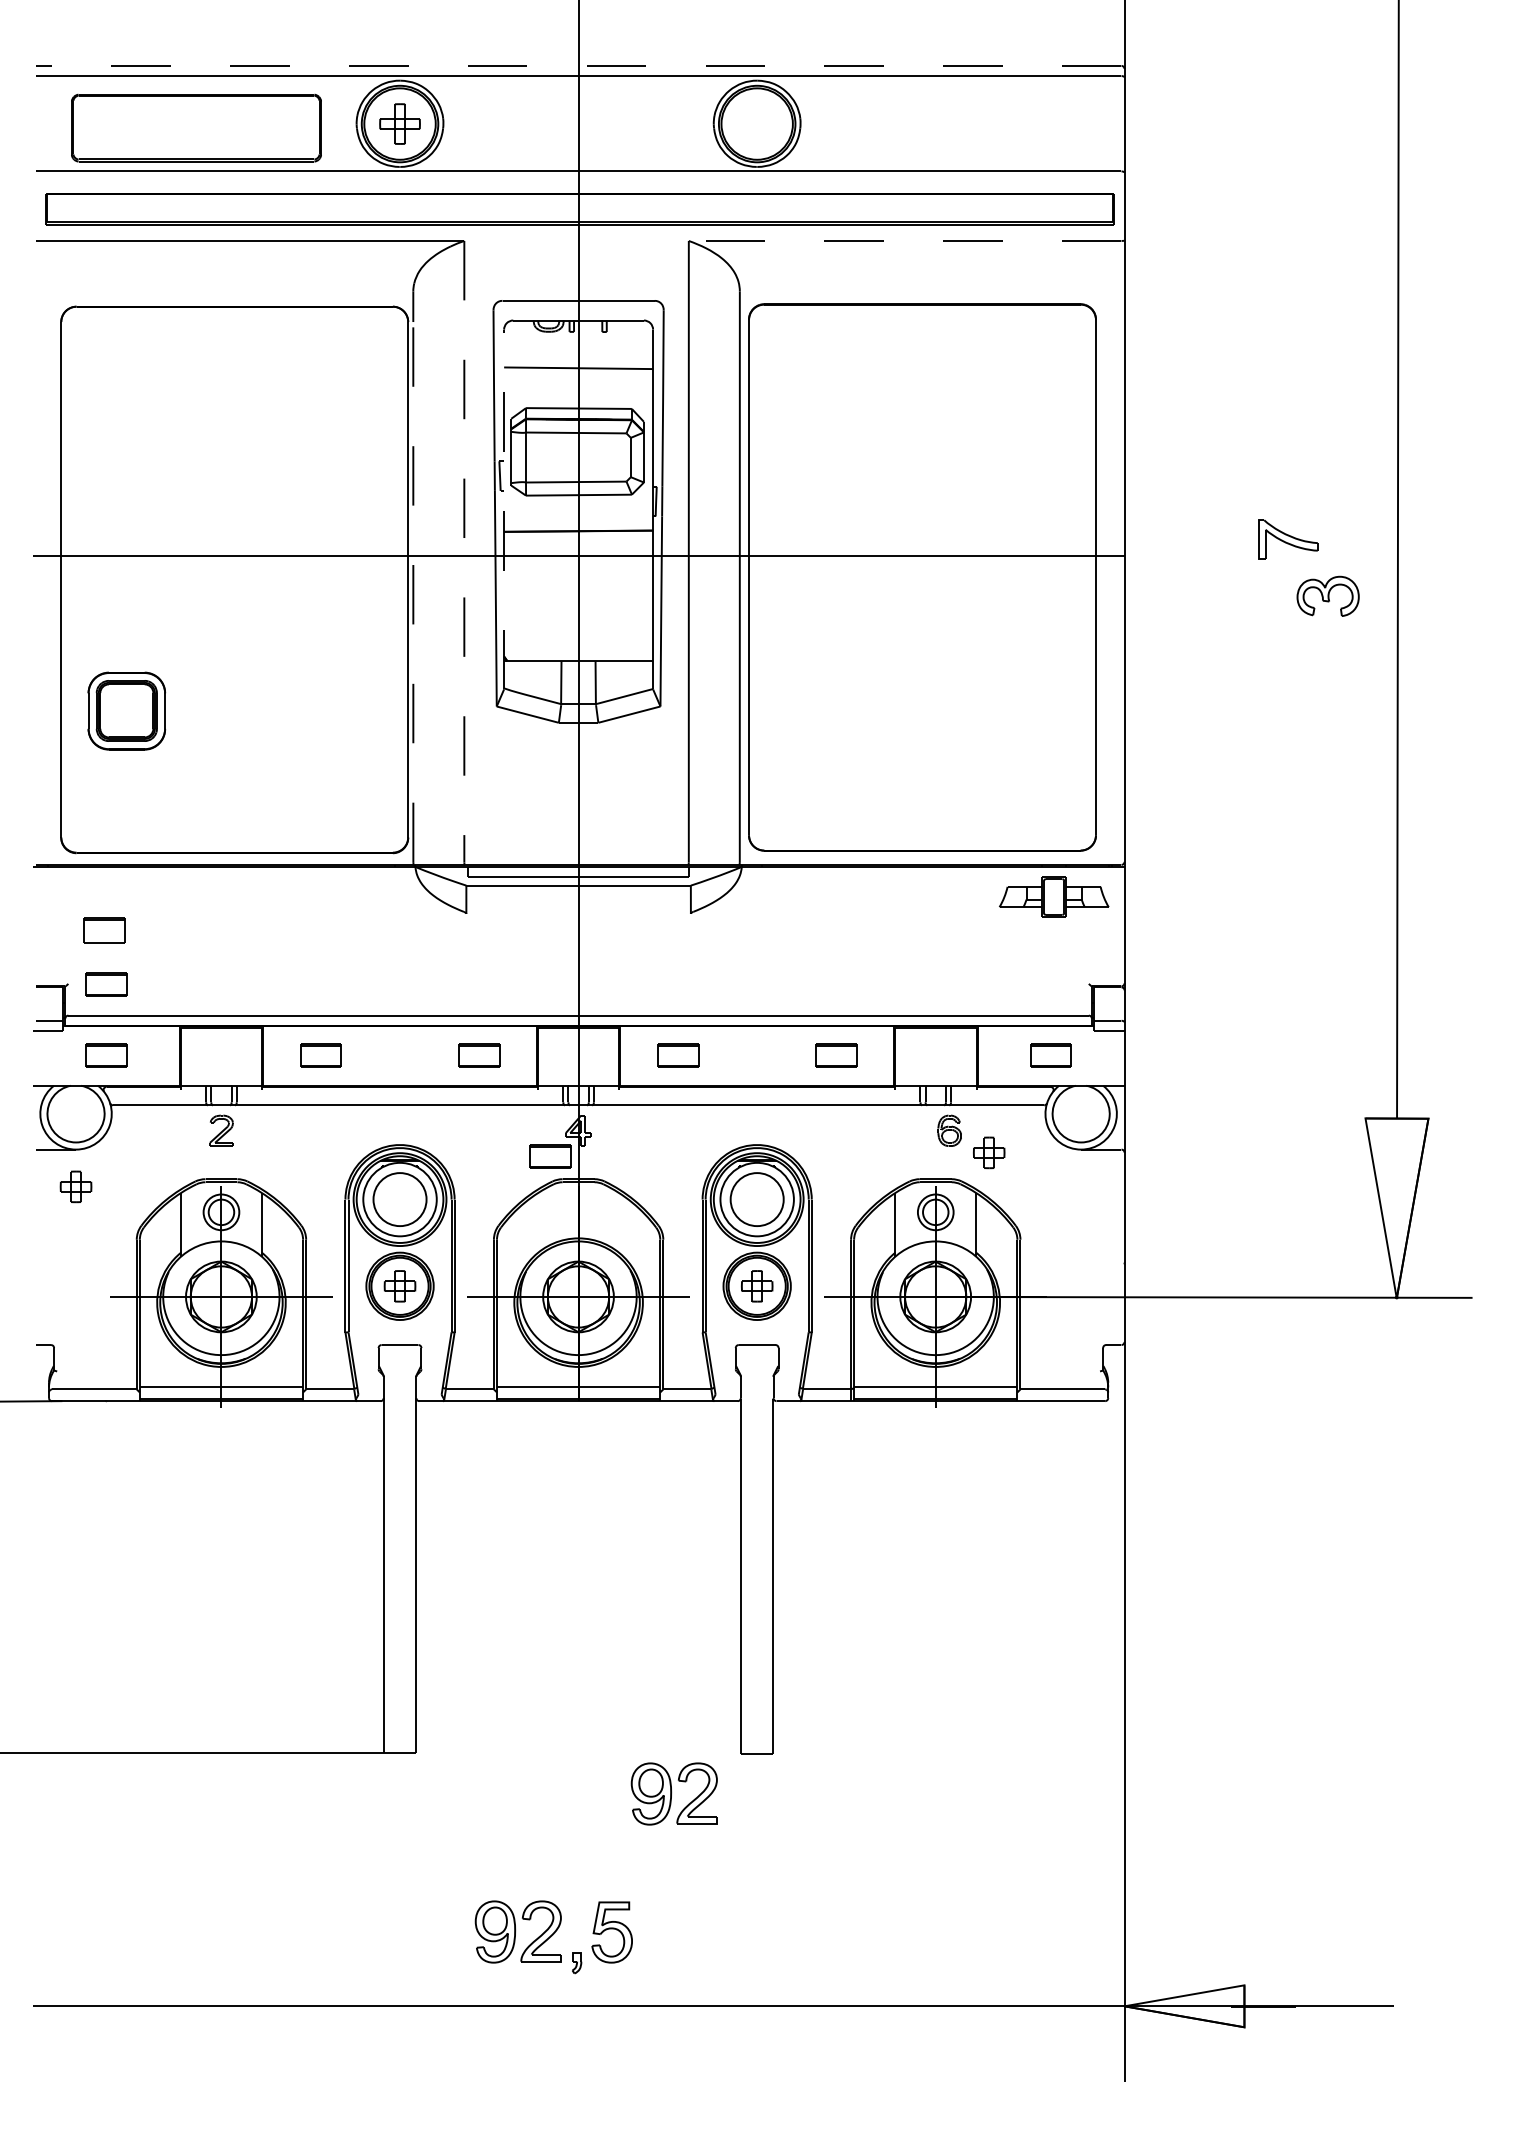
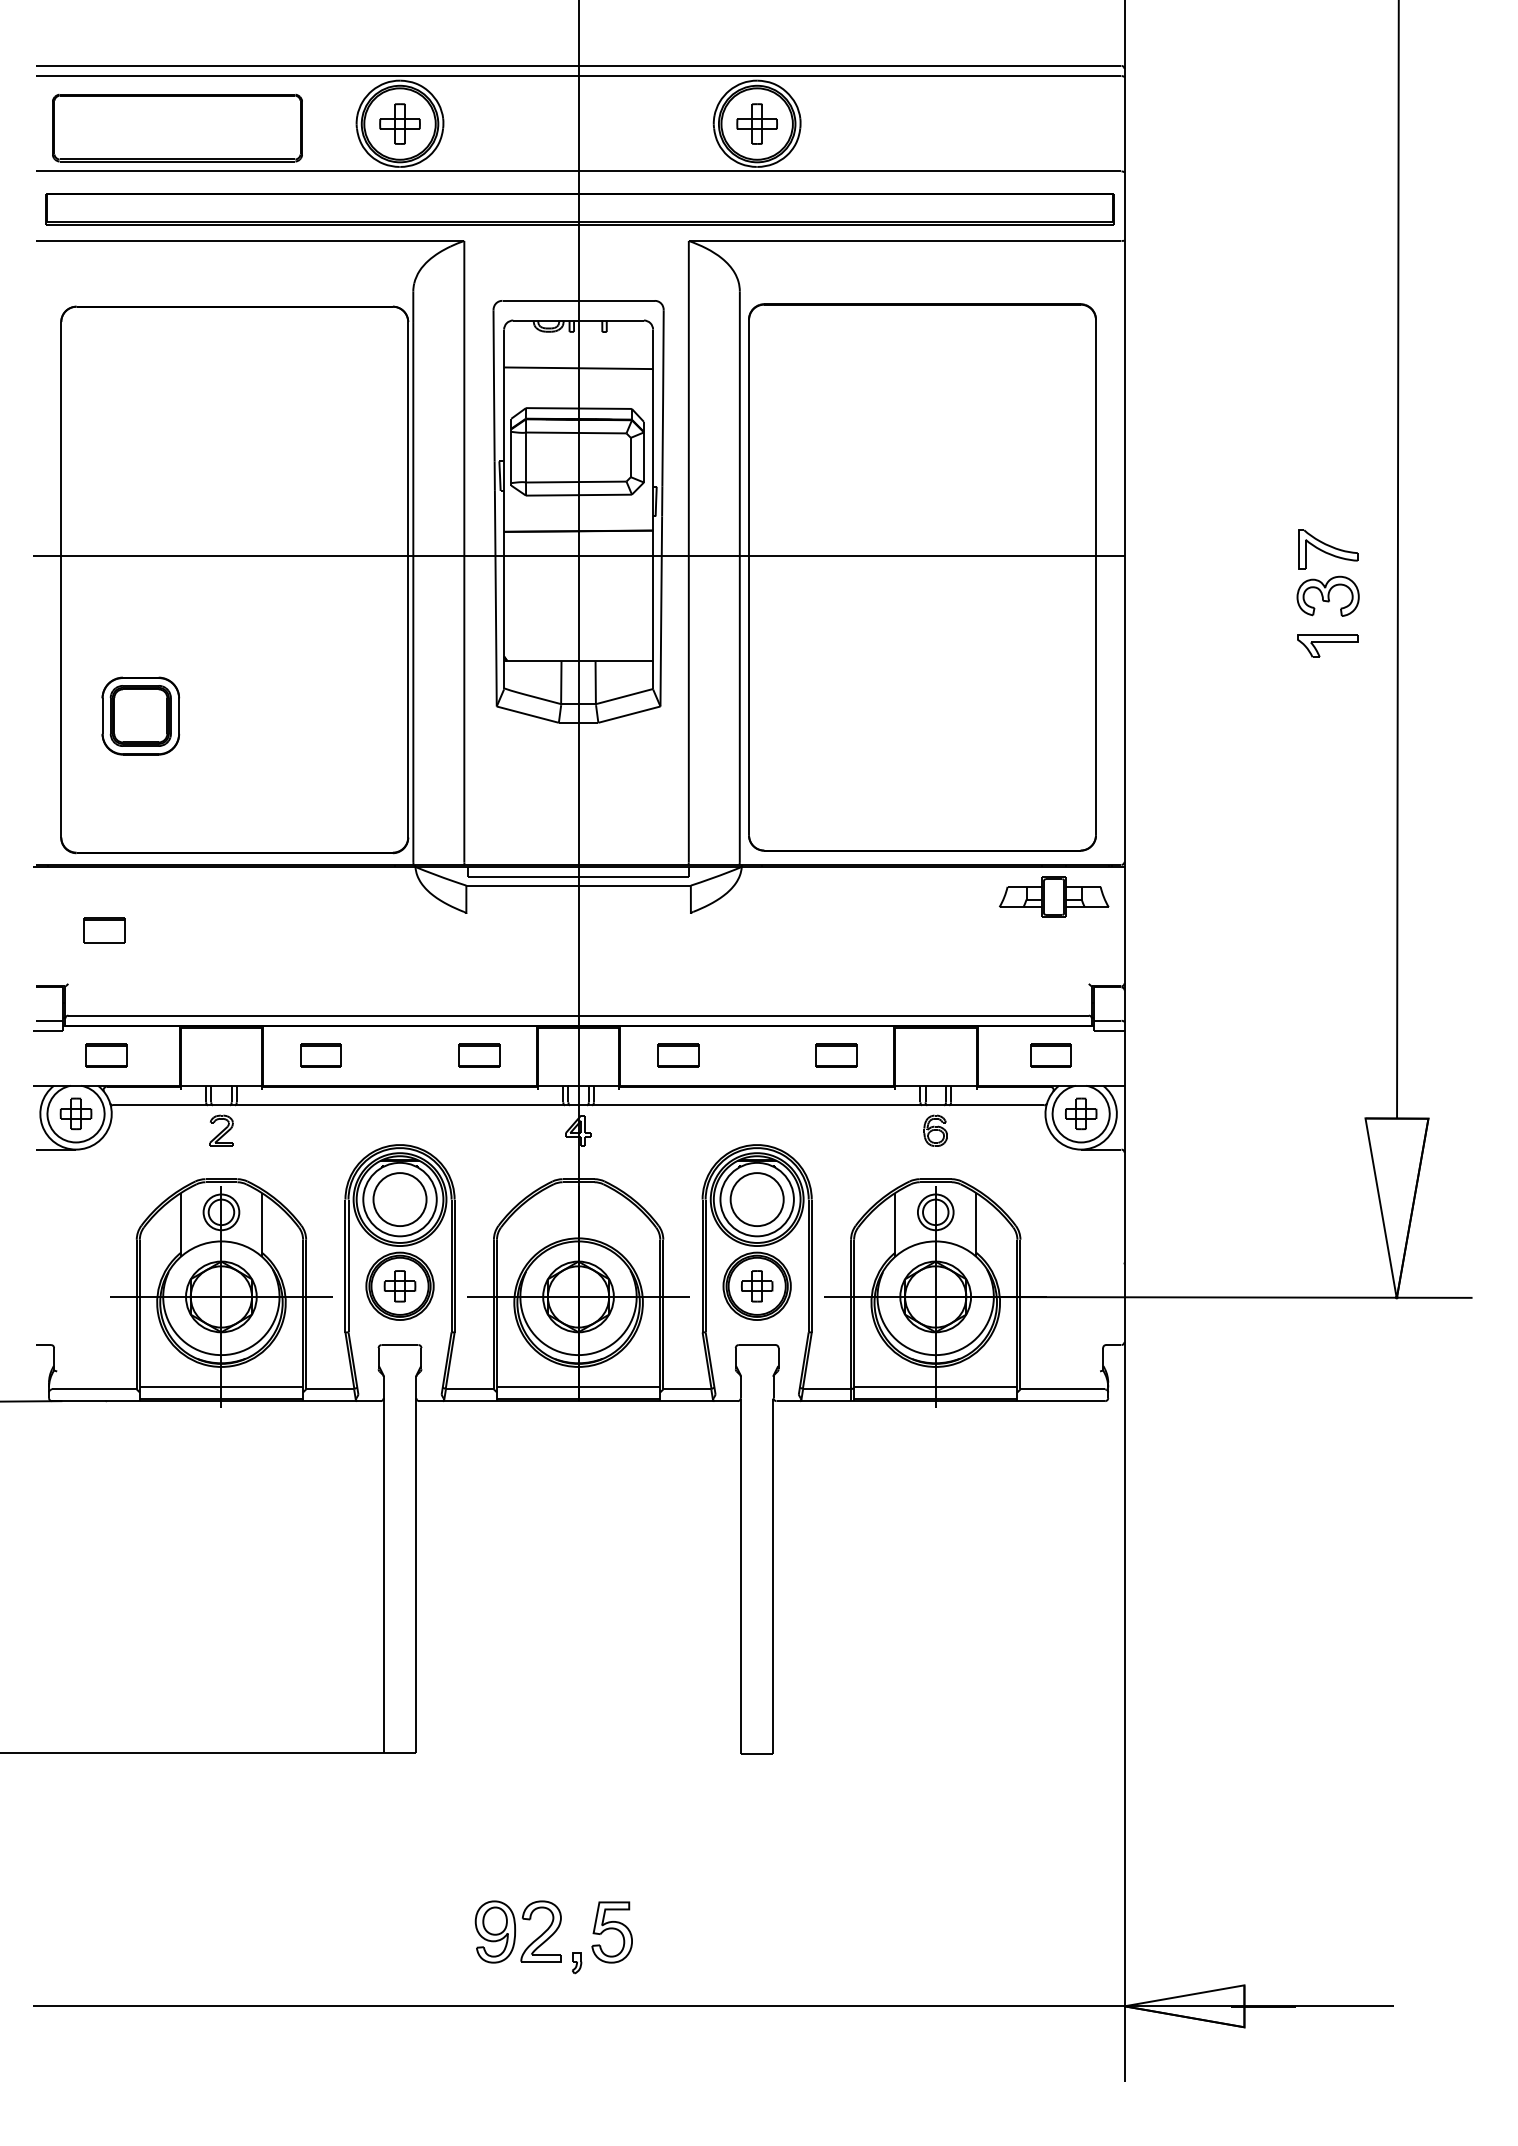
line at (578, 65): dashed -> solid
part at (756, 123): none -> present
part at (196, 127) position: (196, 127) -> (177, 127)
line at (904, 240): dashed -> solid
line at (504, 509): dashed -> solid
part at (1288, 539) position: (1288, 539) -> (1328, 549)
line at (464, 551): dashed -> solid
line at (413, 591): dashed -> solid
part at (1327, 645): none -> present
part at (126, 710) position: (126, 710) -> (140, 715)
part at (106, 984): present -> none
part at (949, 1130) position: (949, 1130) -> (935, 1130)
part at (989, 1152) position: (989, 1152) -> (1081, 1113)
part at (550, 1156): present -> none
part at (75, 1186) position: (75, 1186) -> (75, 1113)
part at (673, 1793): present -> none
